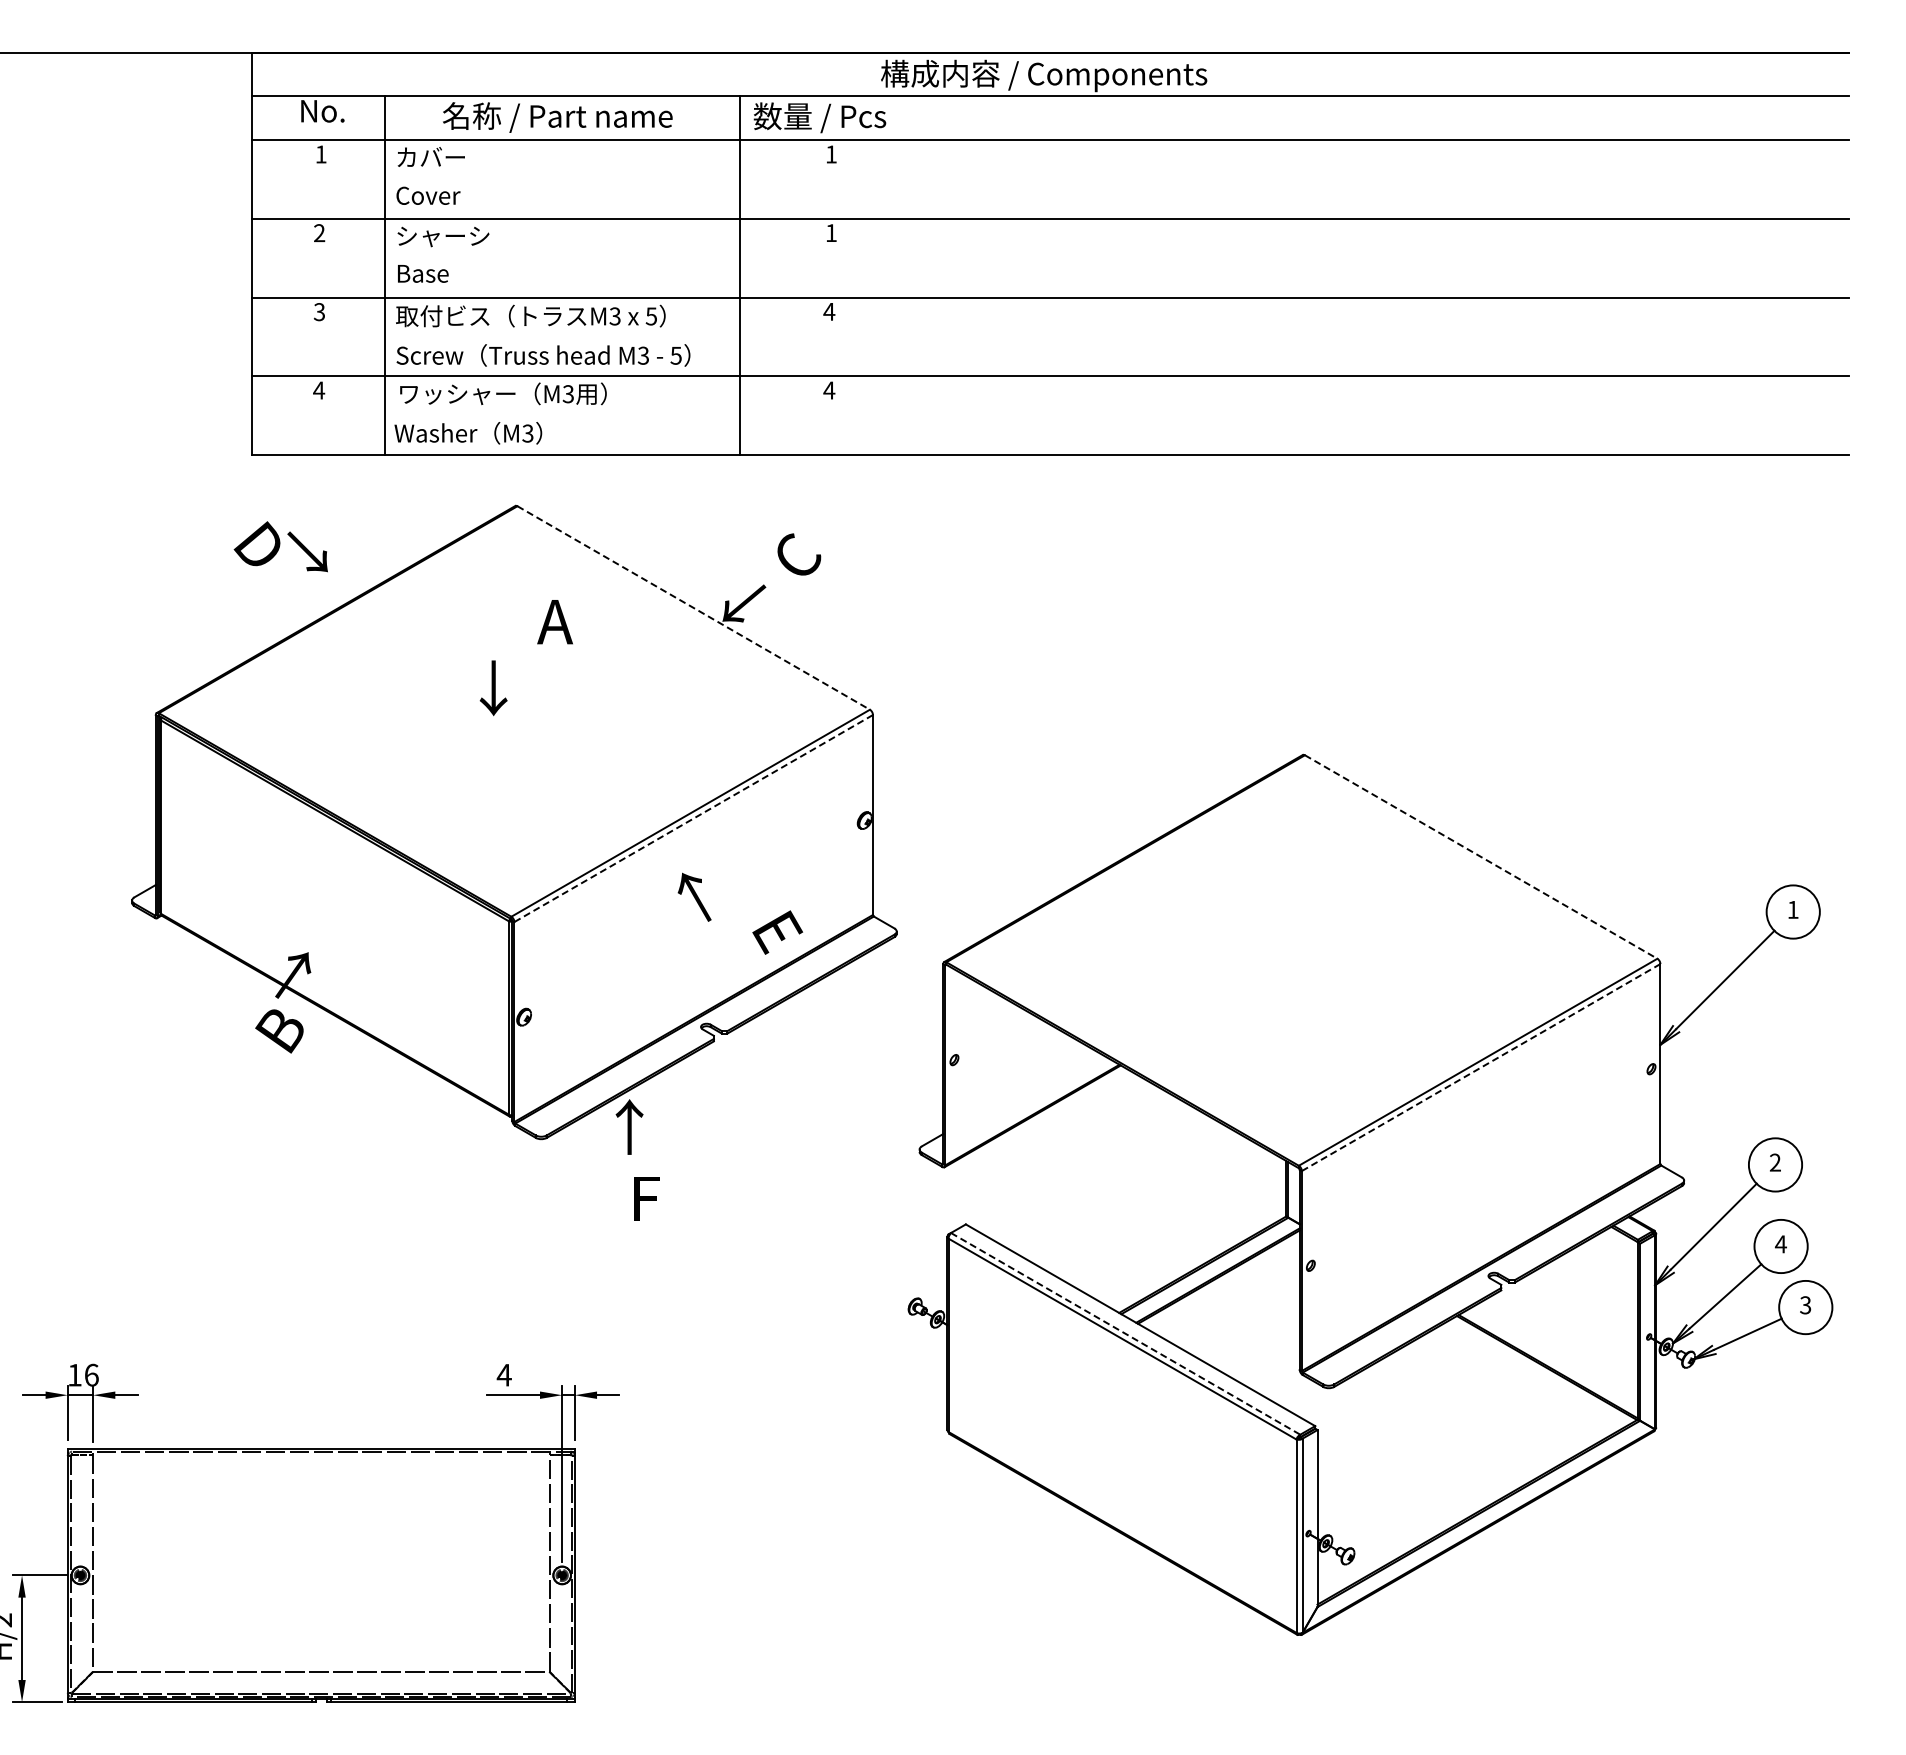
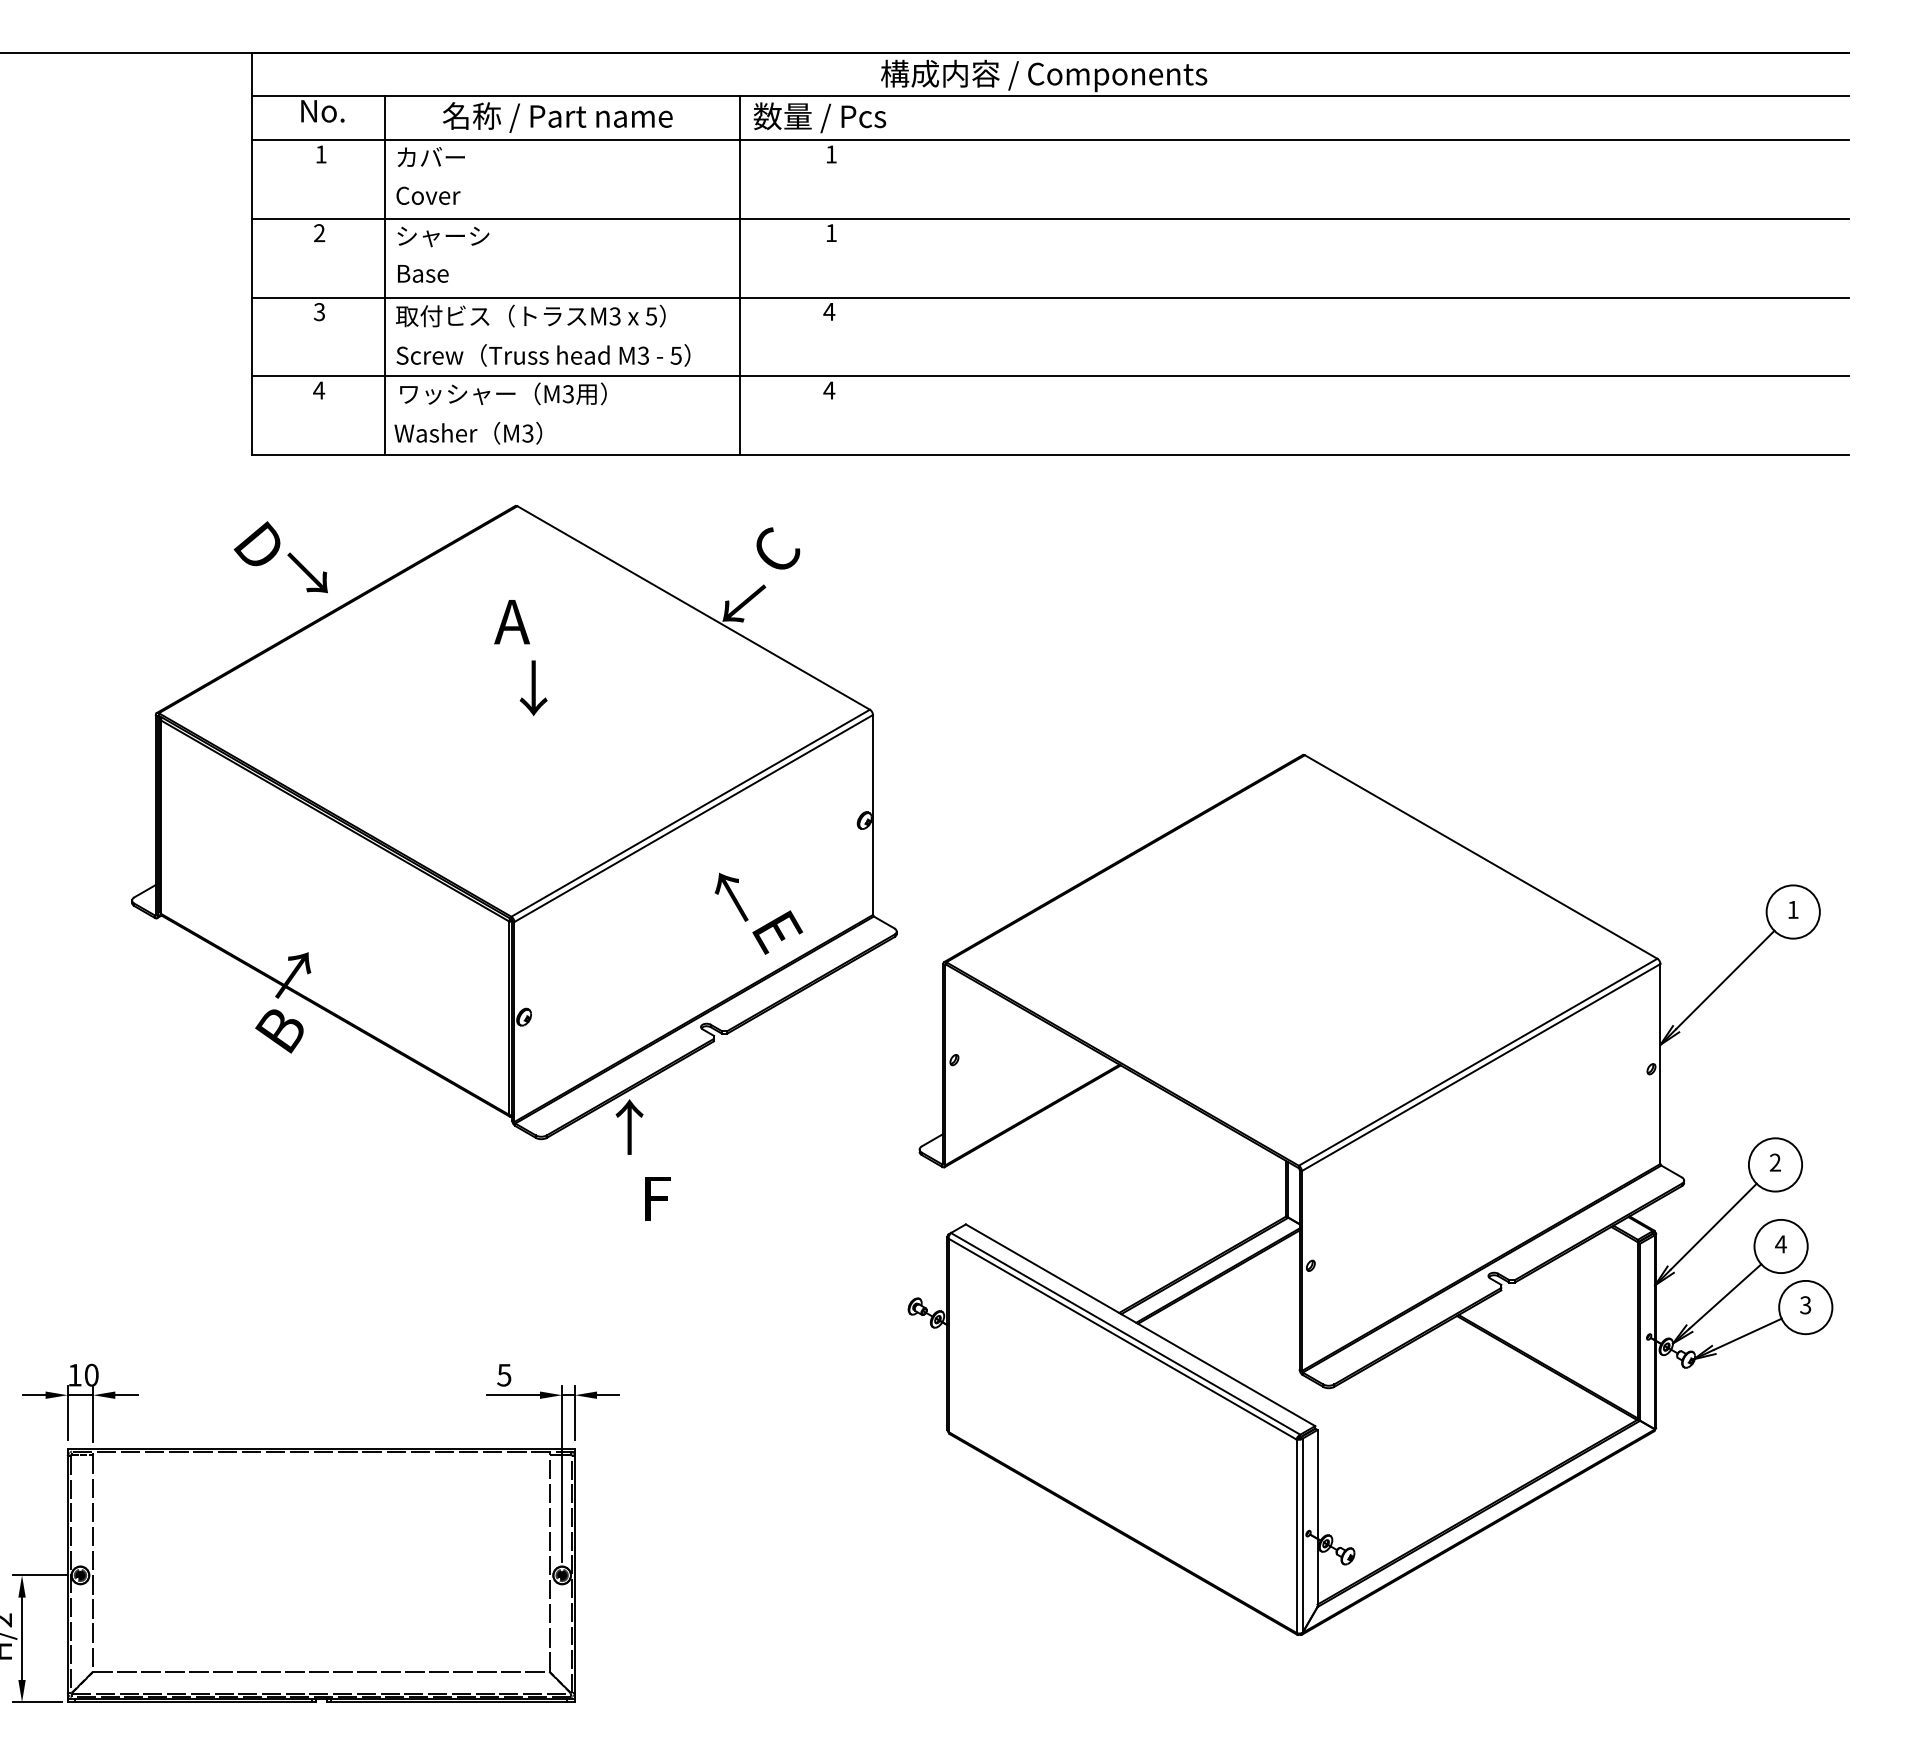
text at (307, 551) position: (307, 551) -> (307, 572)
text at (799, 554) position: (799, 554) -> (778, 548)
line at (694, 608): dashed -> solid
text at (554, 622) position: (554, 622) -> (511, 622)
text at (493, 688) position: (493, 688) -> (533, 688)
line at (693, 818): dashed -> solid
line at (1481, 857): dashed -> solid
text at (694, 896) position: (694, 896) -> (731, 896)
line at (1480, 1067): dashed -> solid
text at (646, 1198) position: (646, 1198) -> (657, 1198)
line at (1125, 1333): dashed -> solid
text at (91, 1374): 16 -> 10
text at (503, 1375): 4 -> 5
